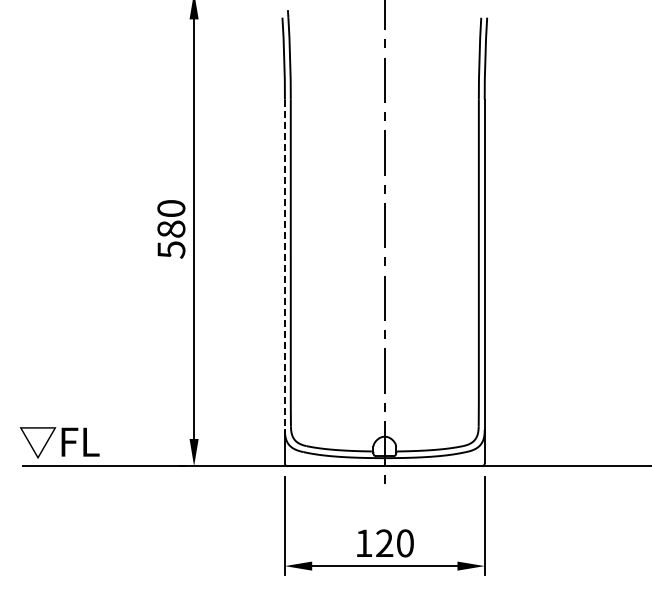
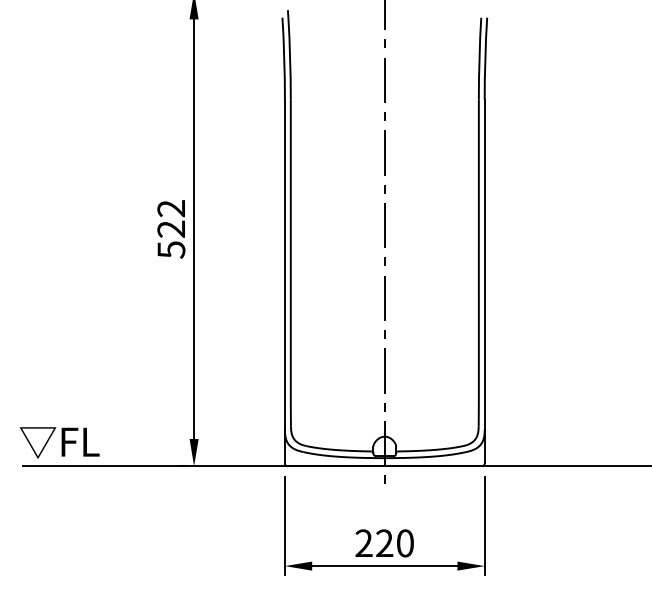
text at (171, 218): 580 -> 522
line at (284, 265): dashed -> solid
text at (363, 542): 120 -> 220
